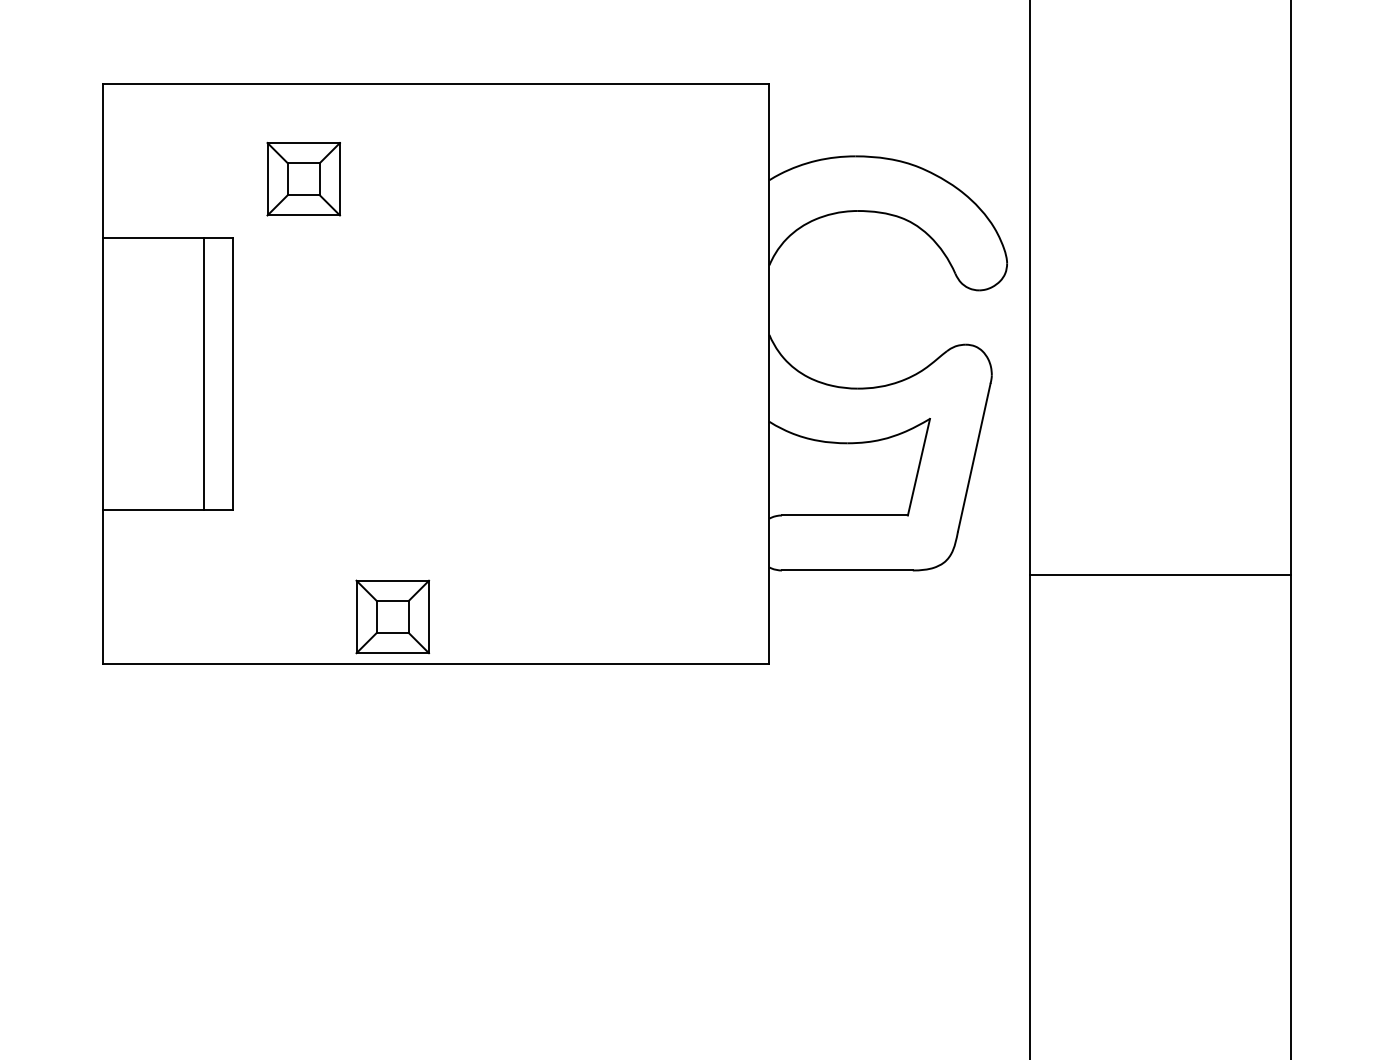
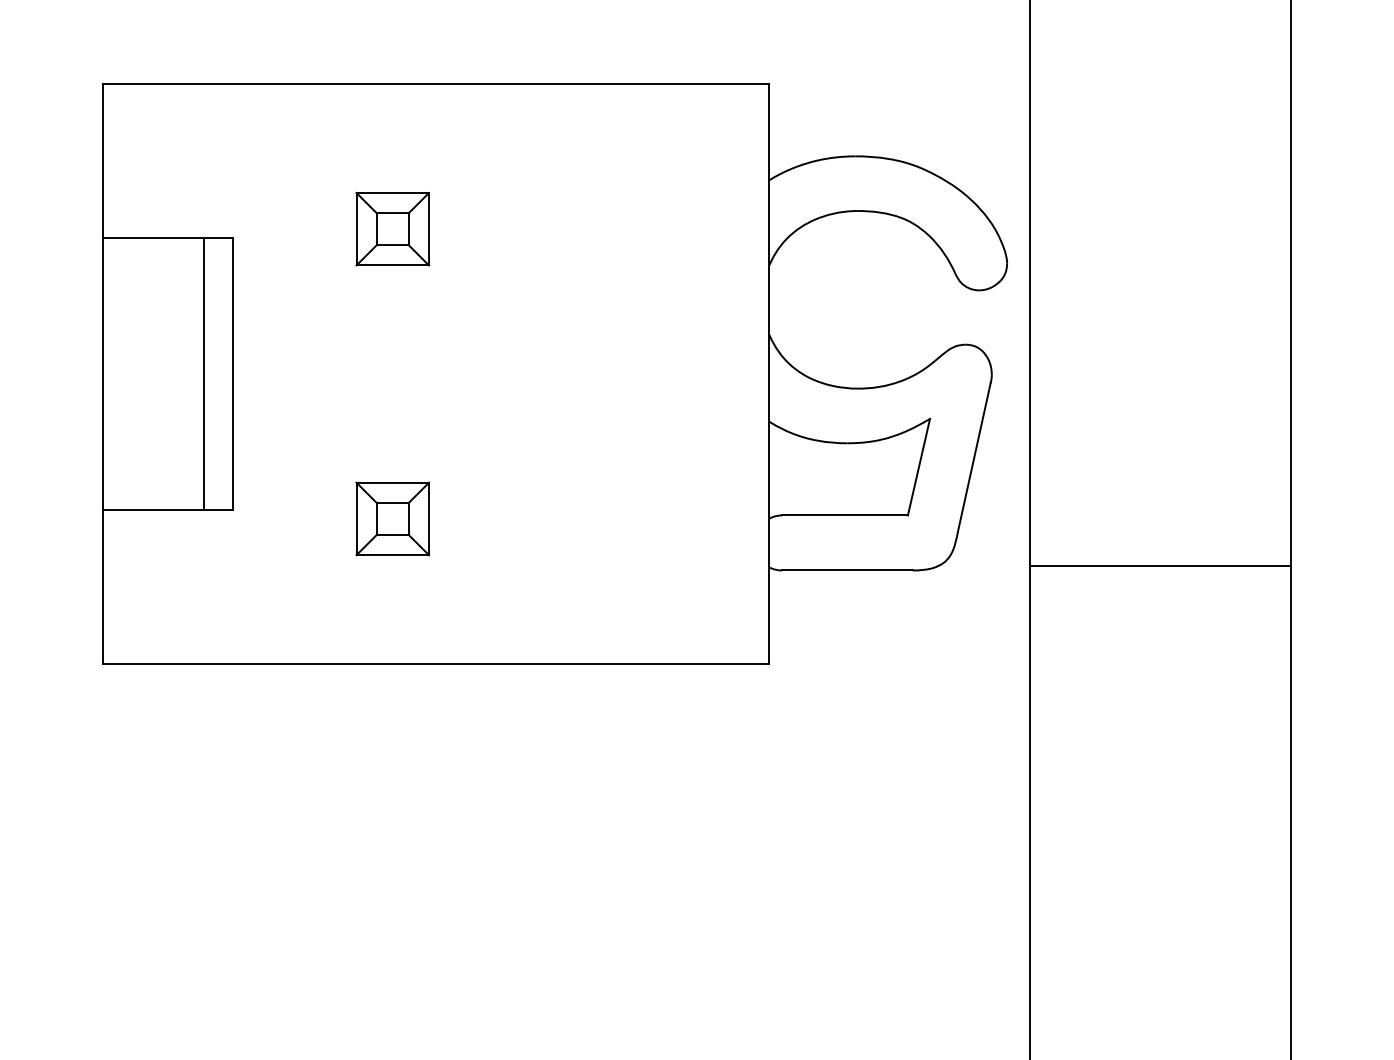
part at (303, 178) position: (303, 178) -> (392, 228)
line at (1160, 575) position: (1160, 575) -> (1160, 566)
part at (392, 616) position: (392, 616) -> (392, 518)
